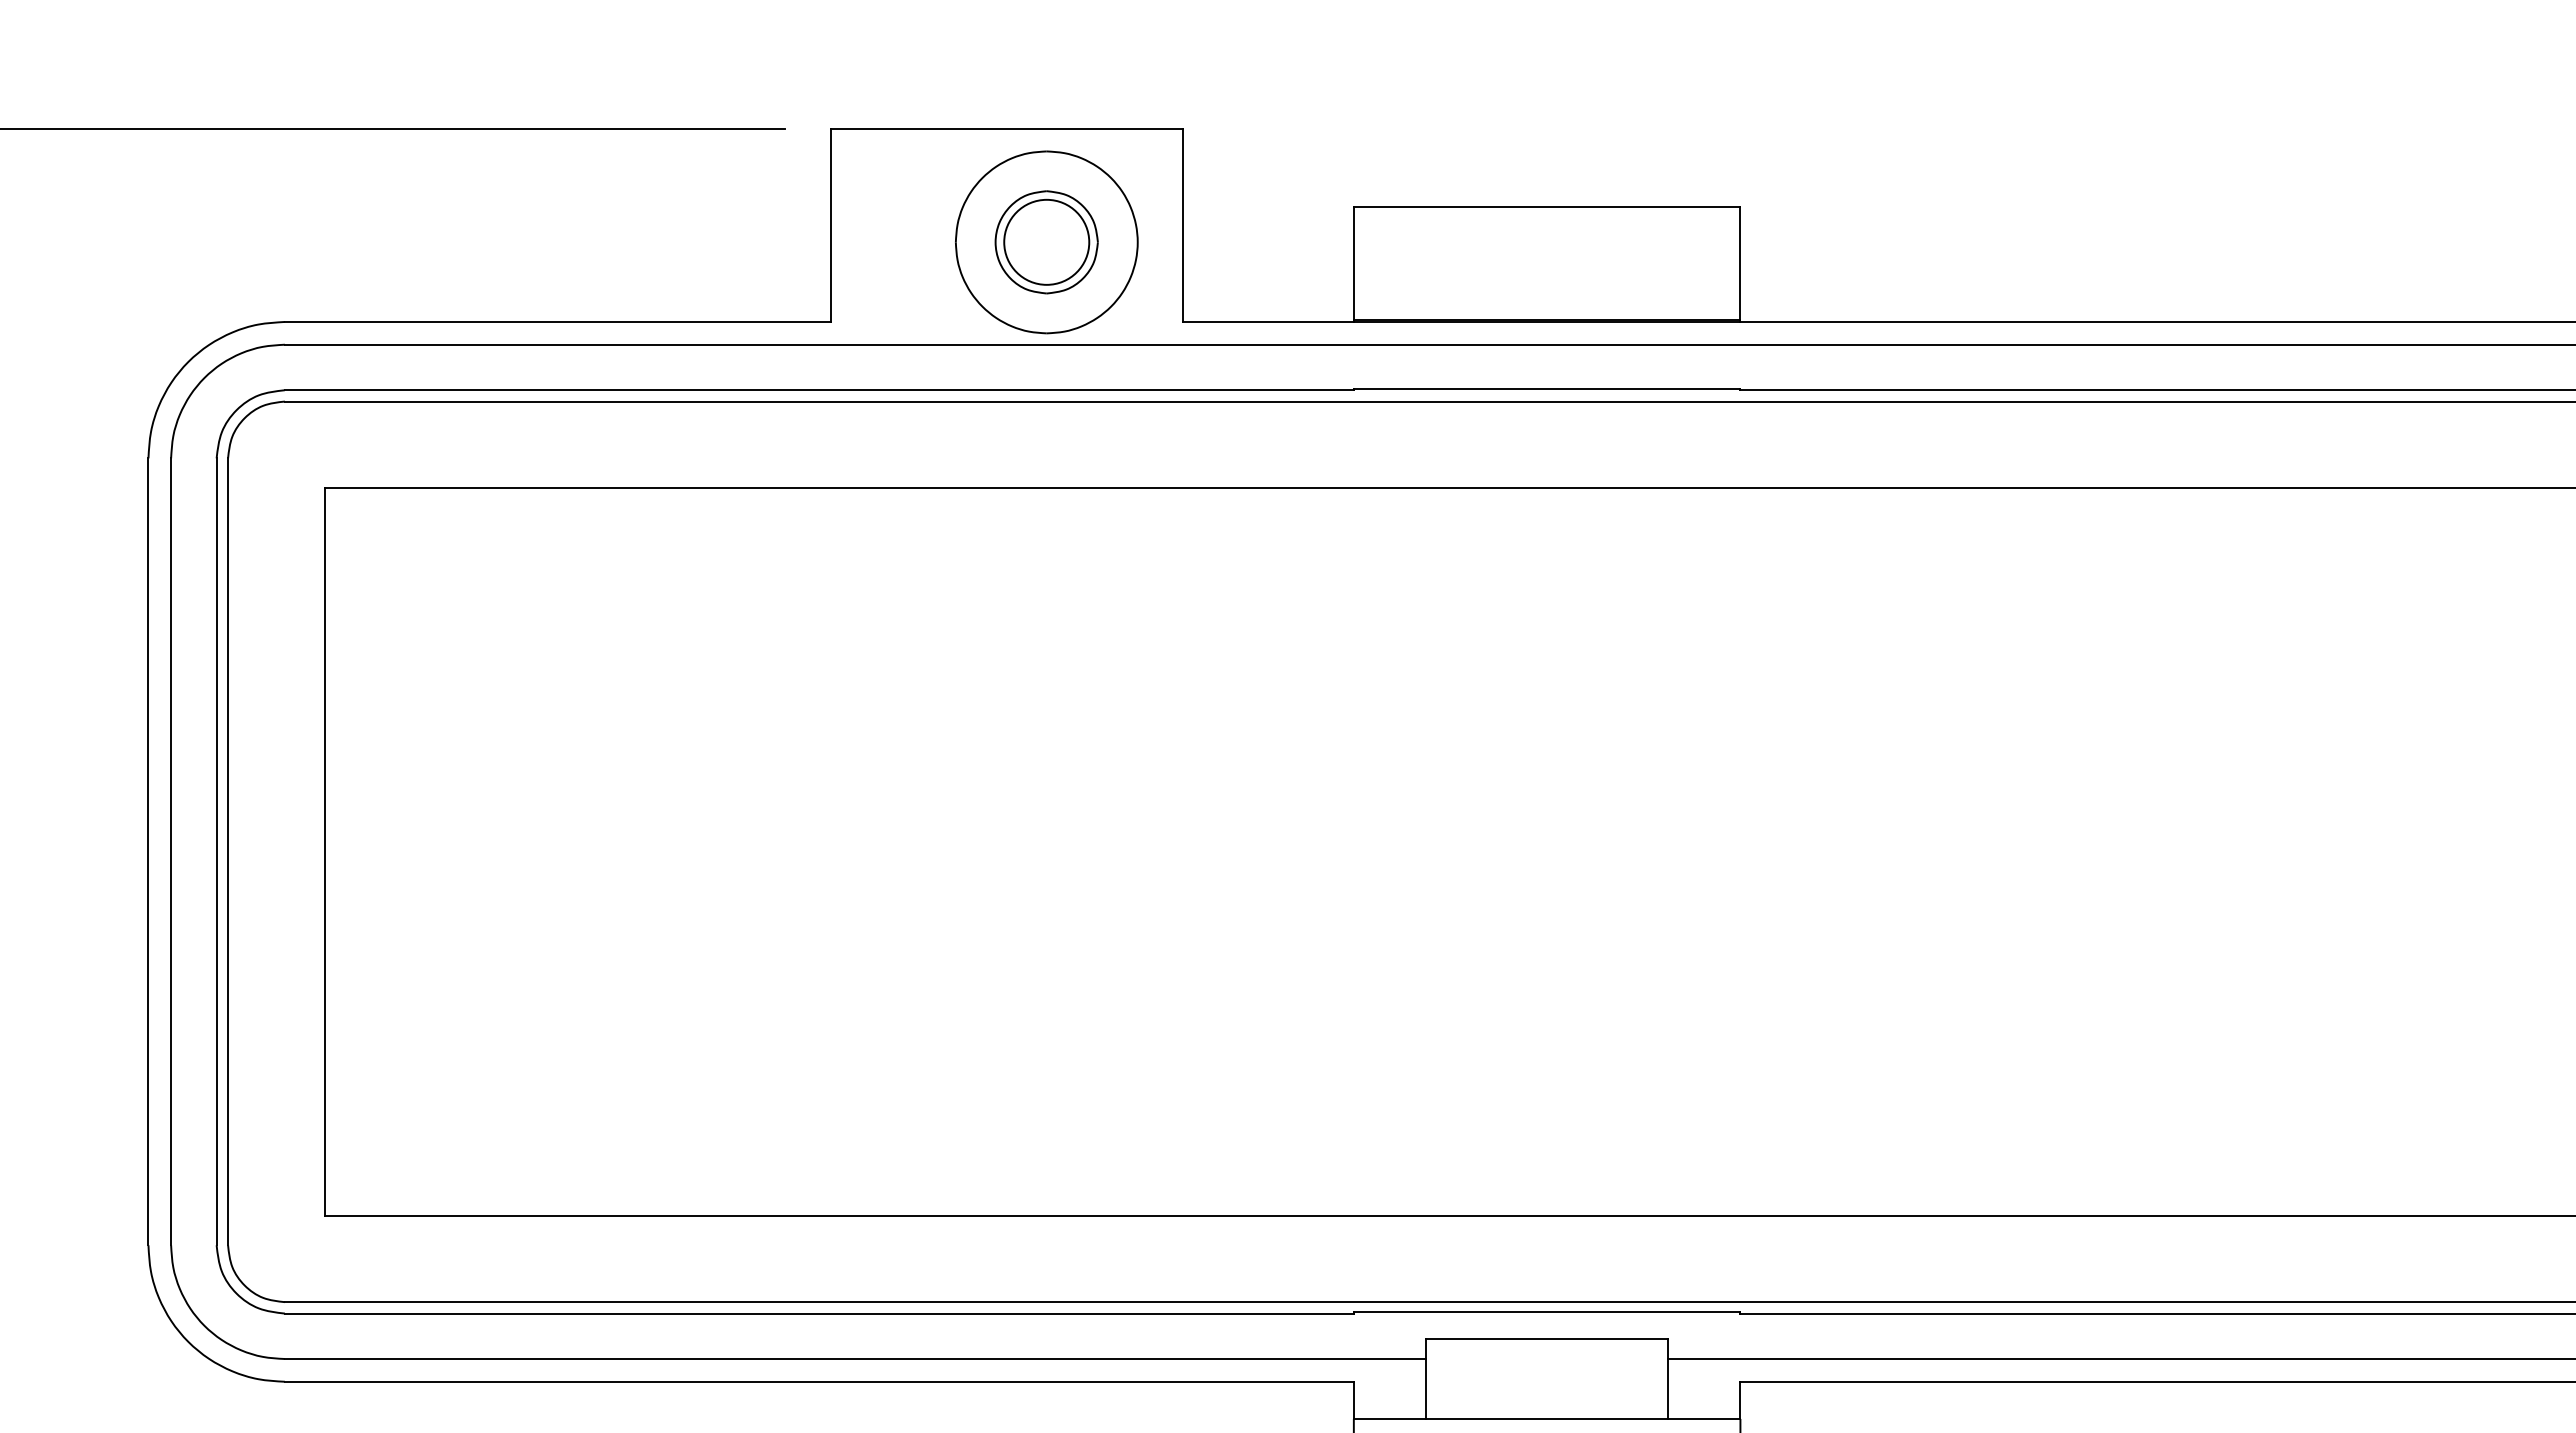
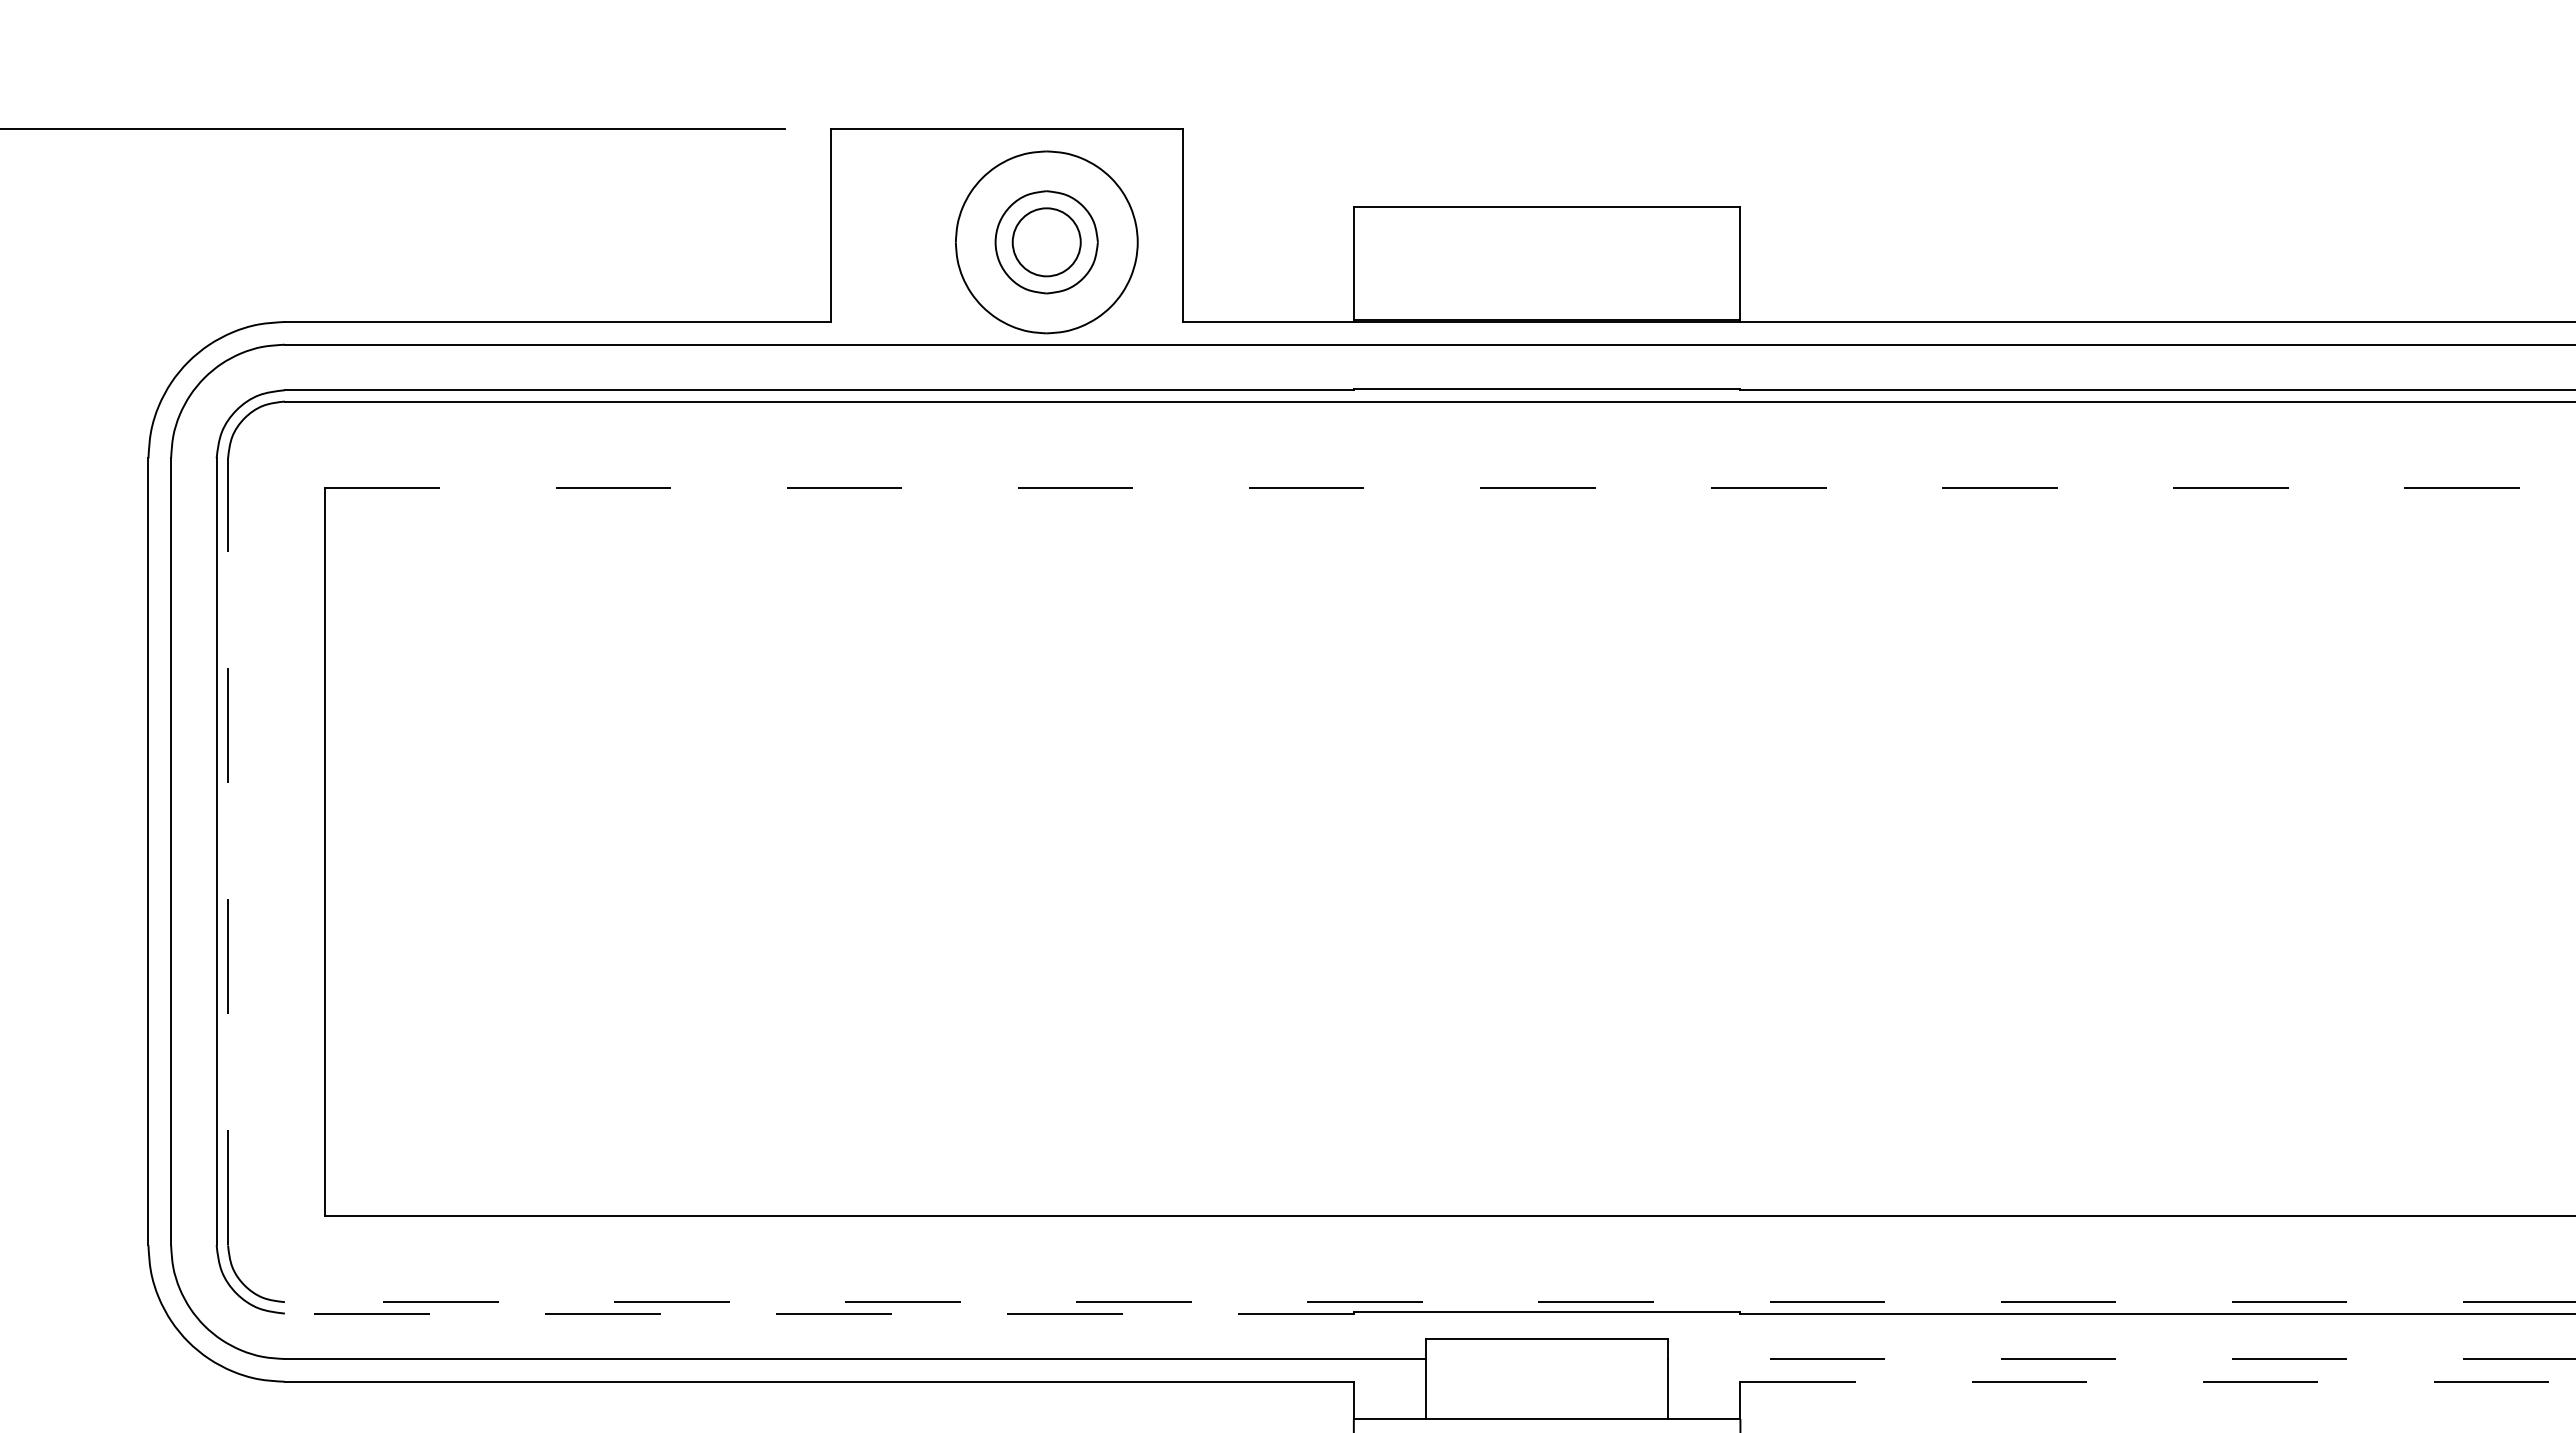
circle at (1046, 241) diameter: 85 px -> 68 px
line at (1450, 487): solid -> dashed
line at (228, 851): solid -> dashed
line at (1429, 1302): solid -> dashed
line at (818, 1313): solid -> dashed
line at (2121, 1359): solid -> dashed
line at (2158, 1381): solid -> dashed
